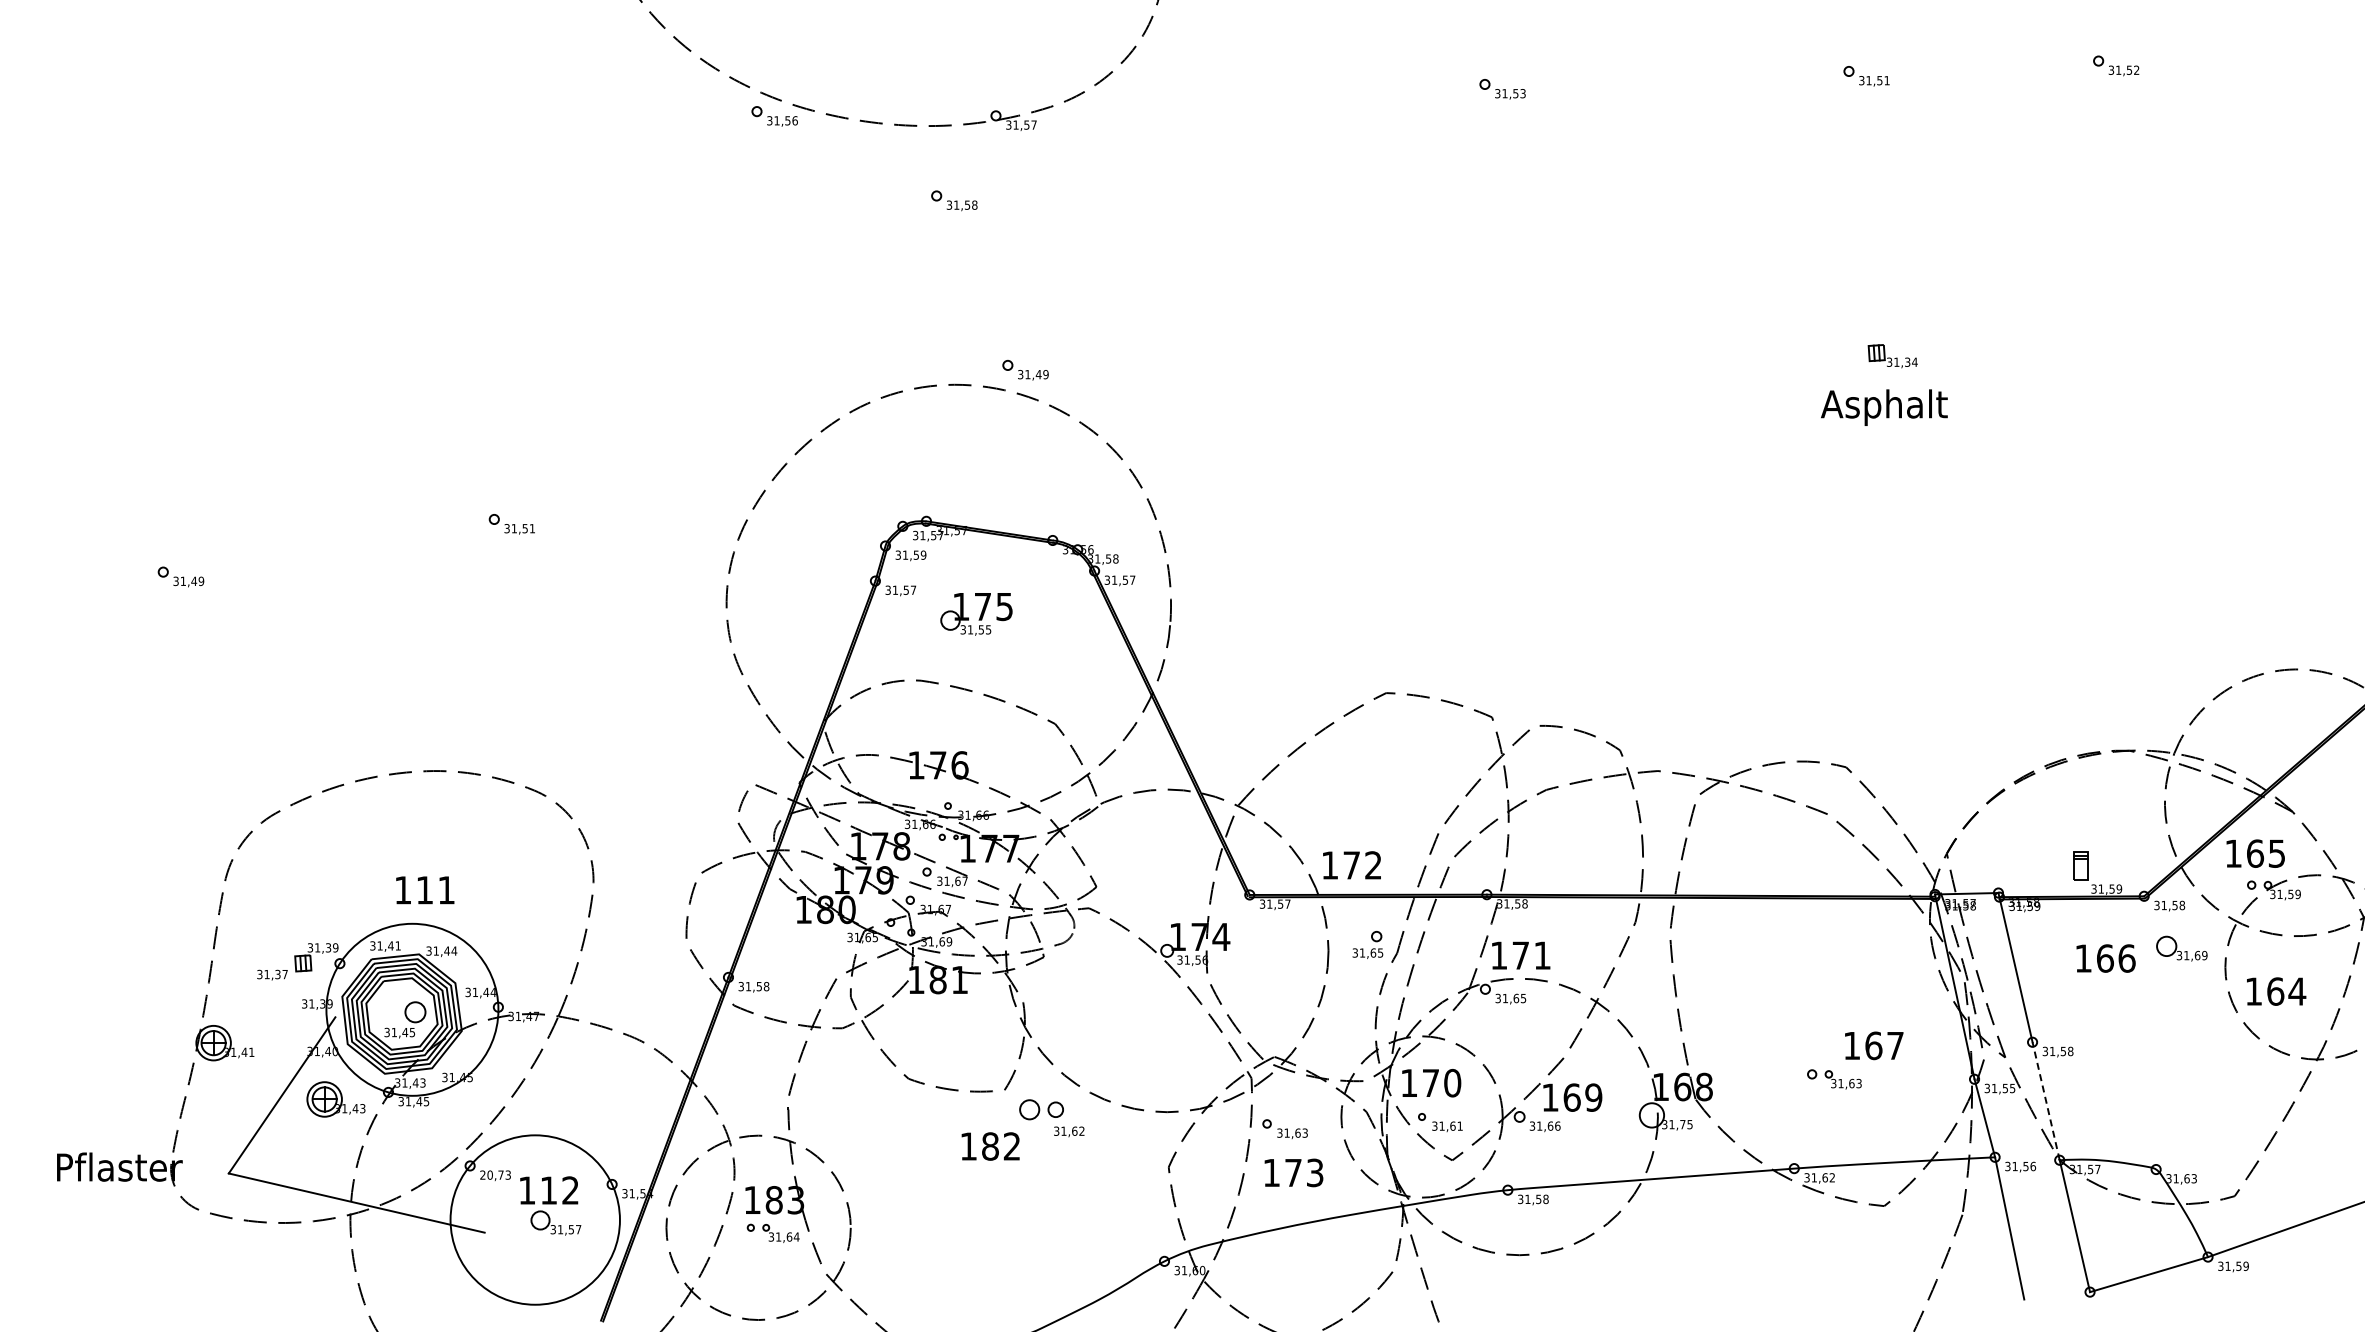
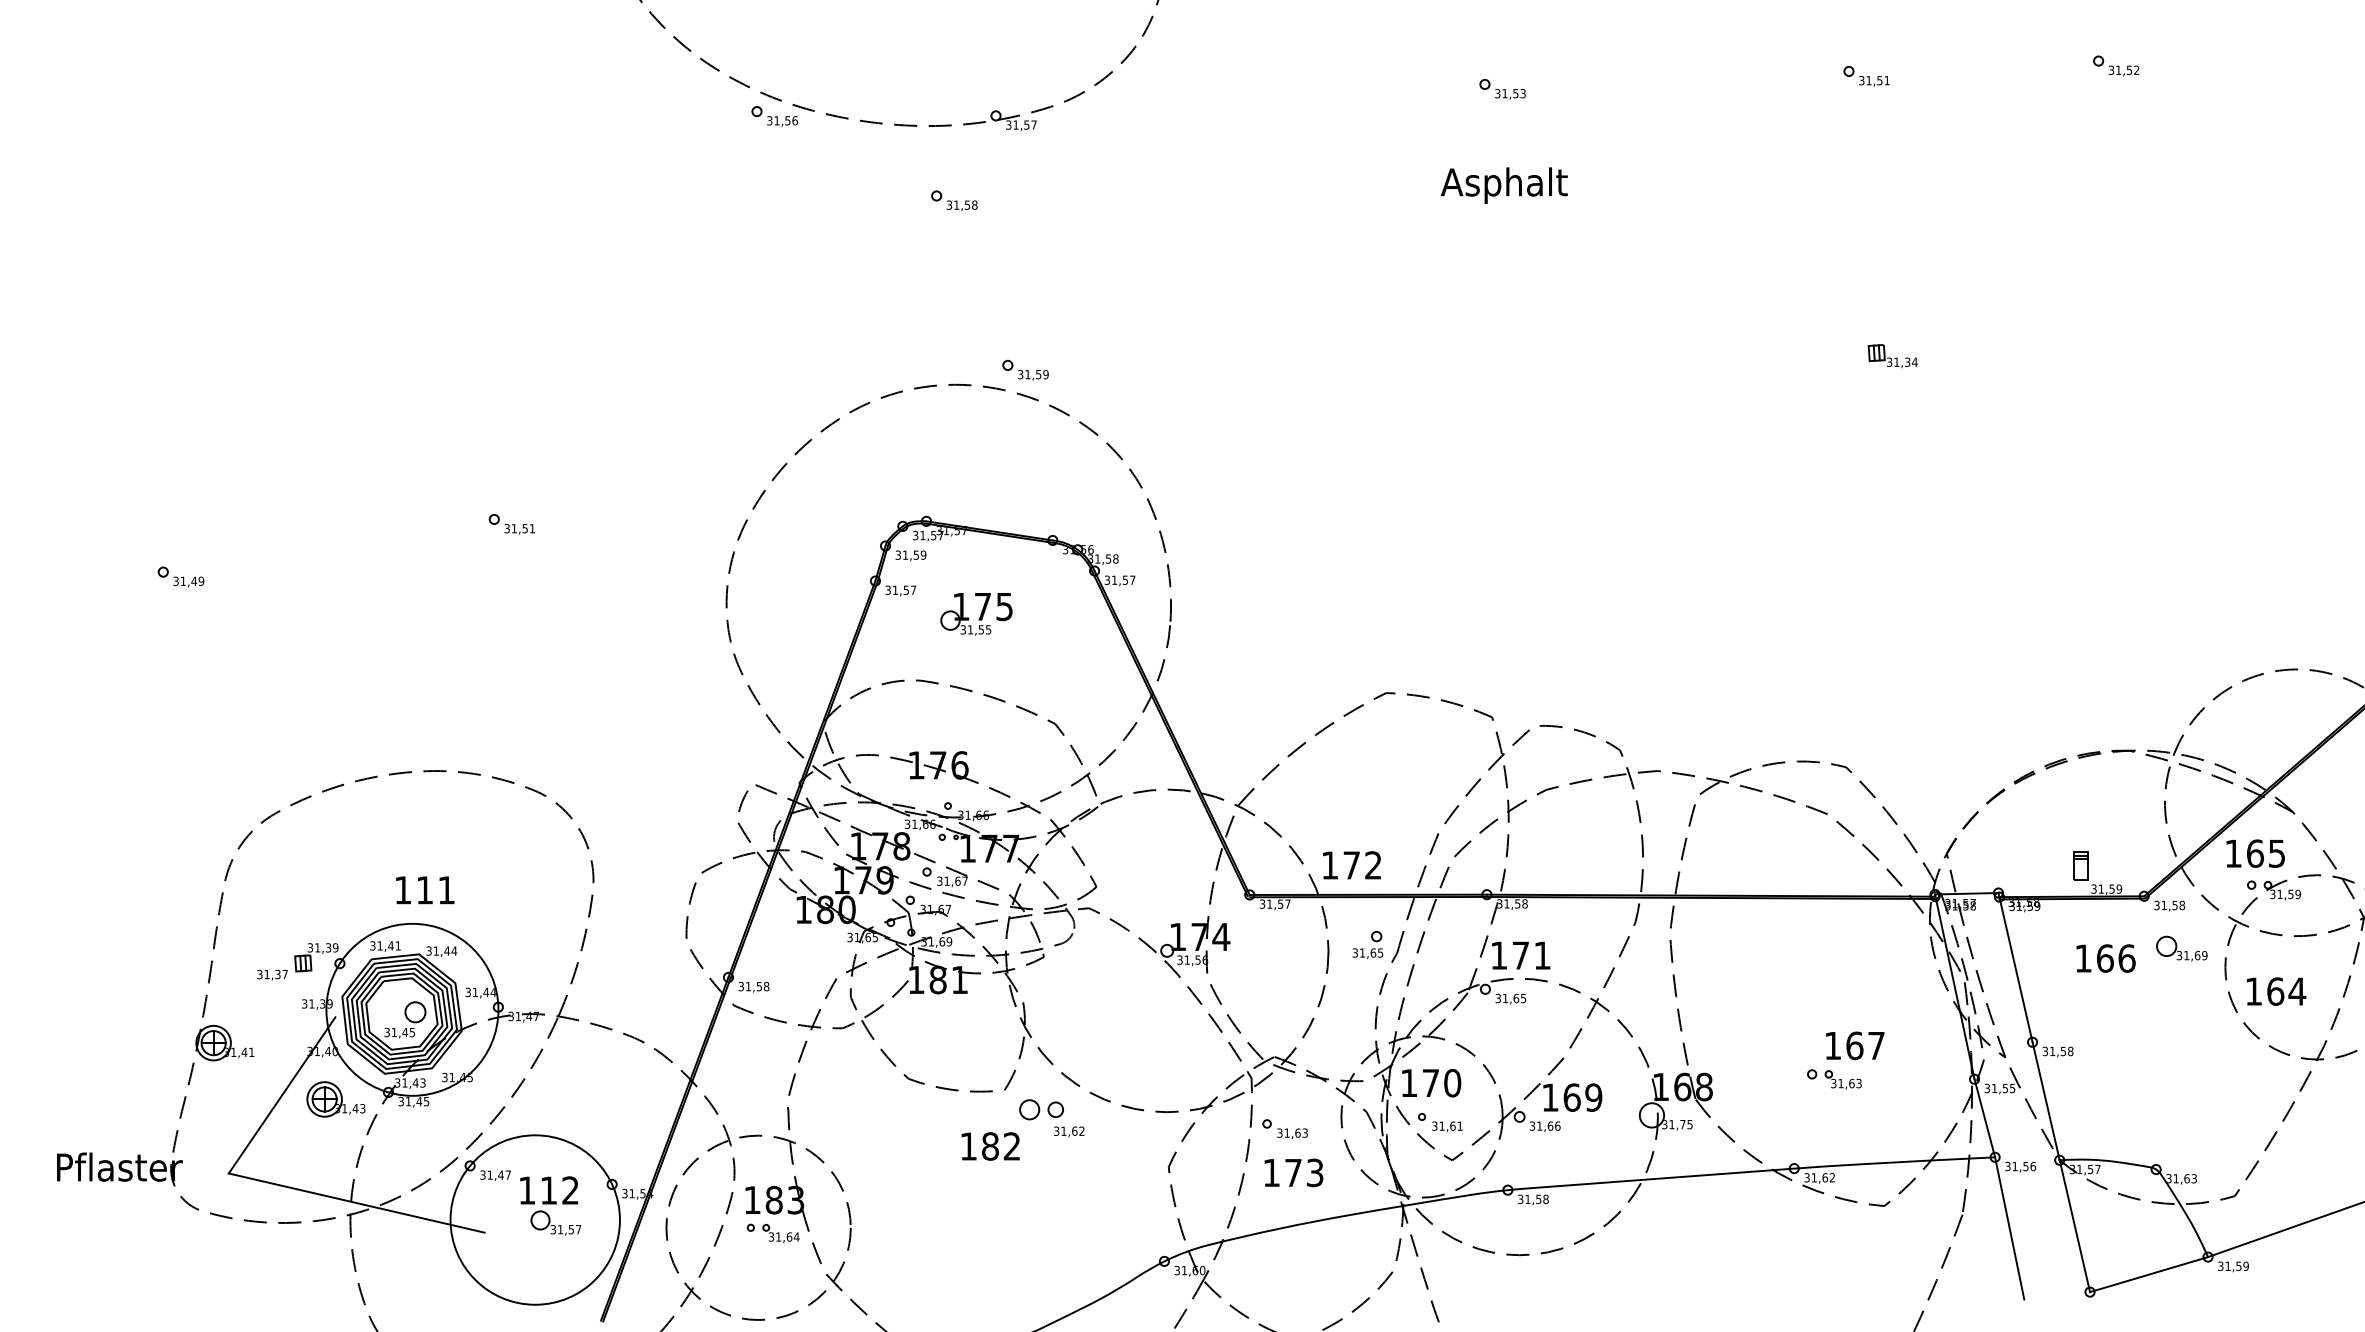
text at (1038, 374): 31,49 -> 31,59
text at (1884, 407) position: (1884, 407) -> (1504, 185)
text at (1874, 1045) position: (1874, 1045) -> (1855, 1045)
line at (2046, 1101): dashed -> solid
text at (495, 1174): 20,73 -> 31,47
